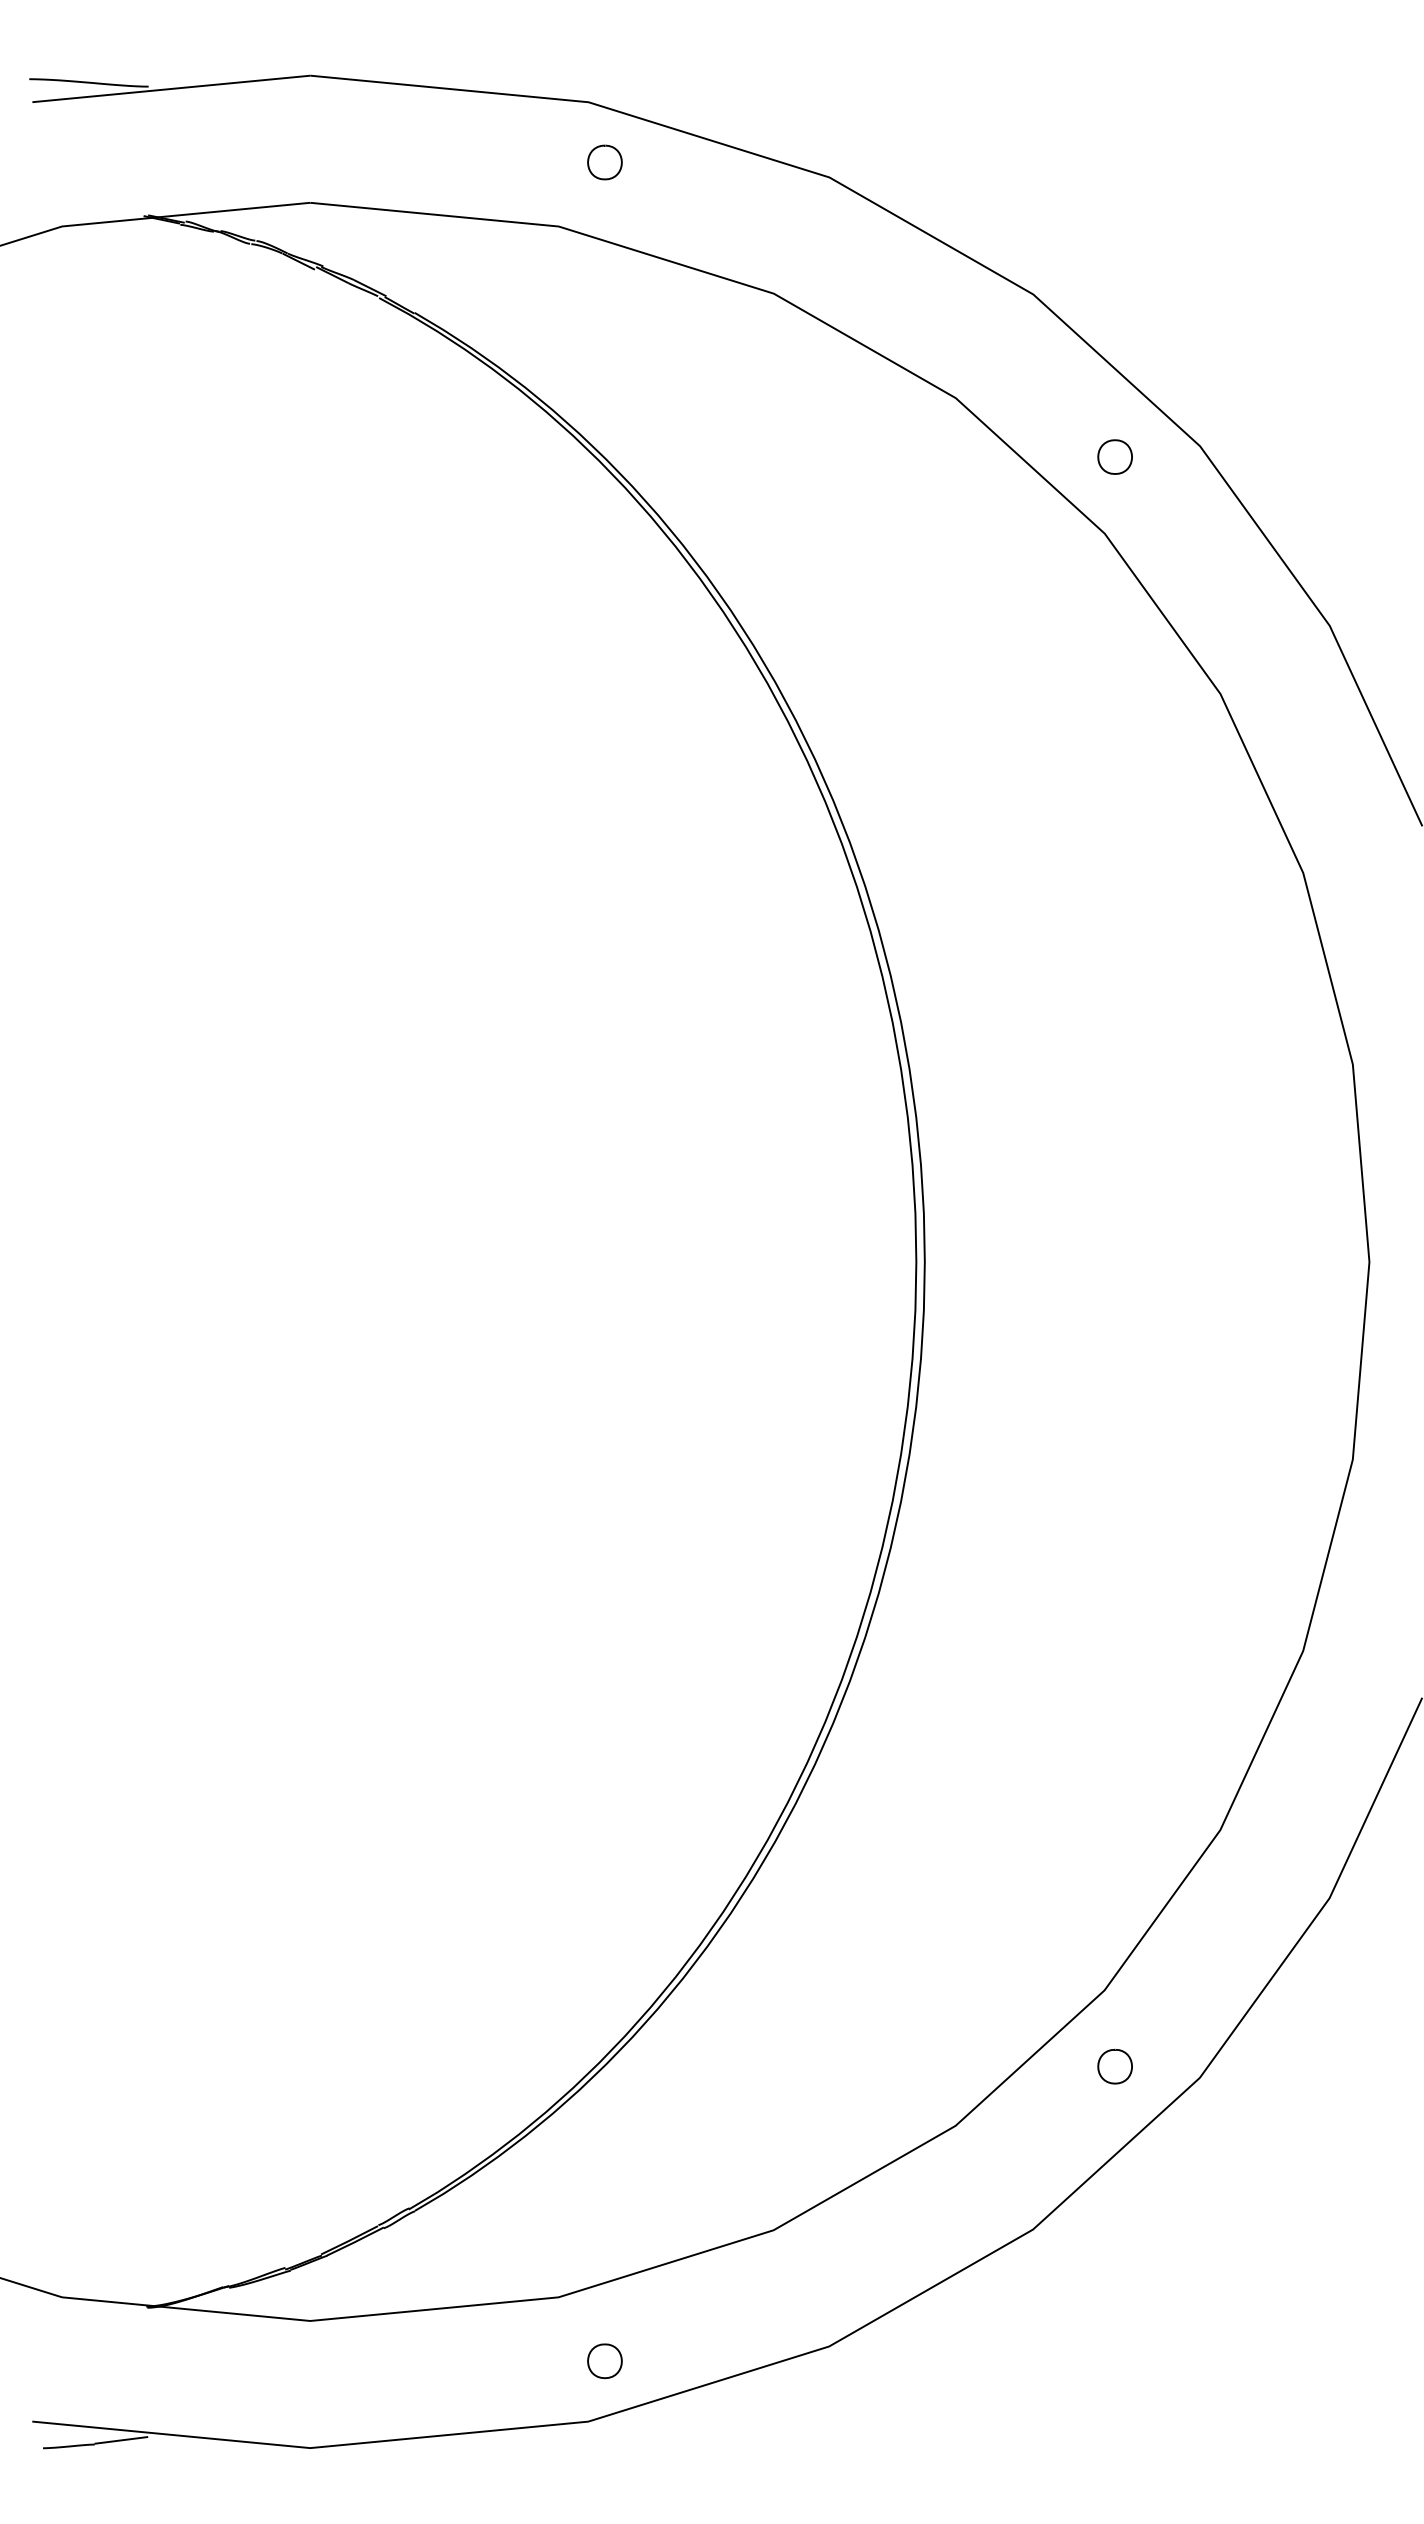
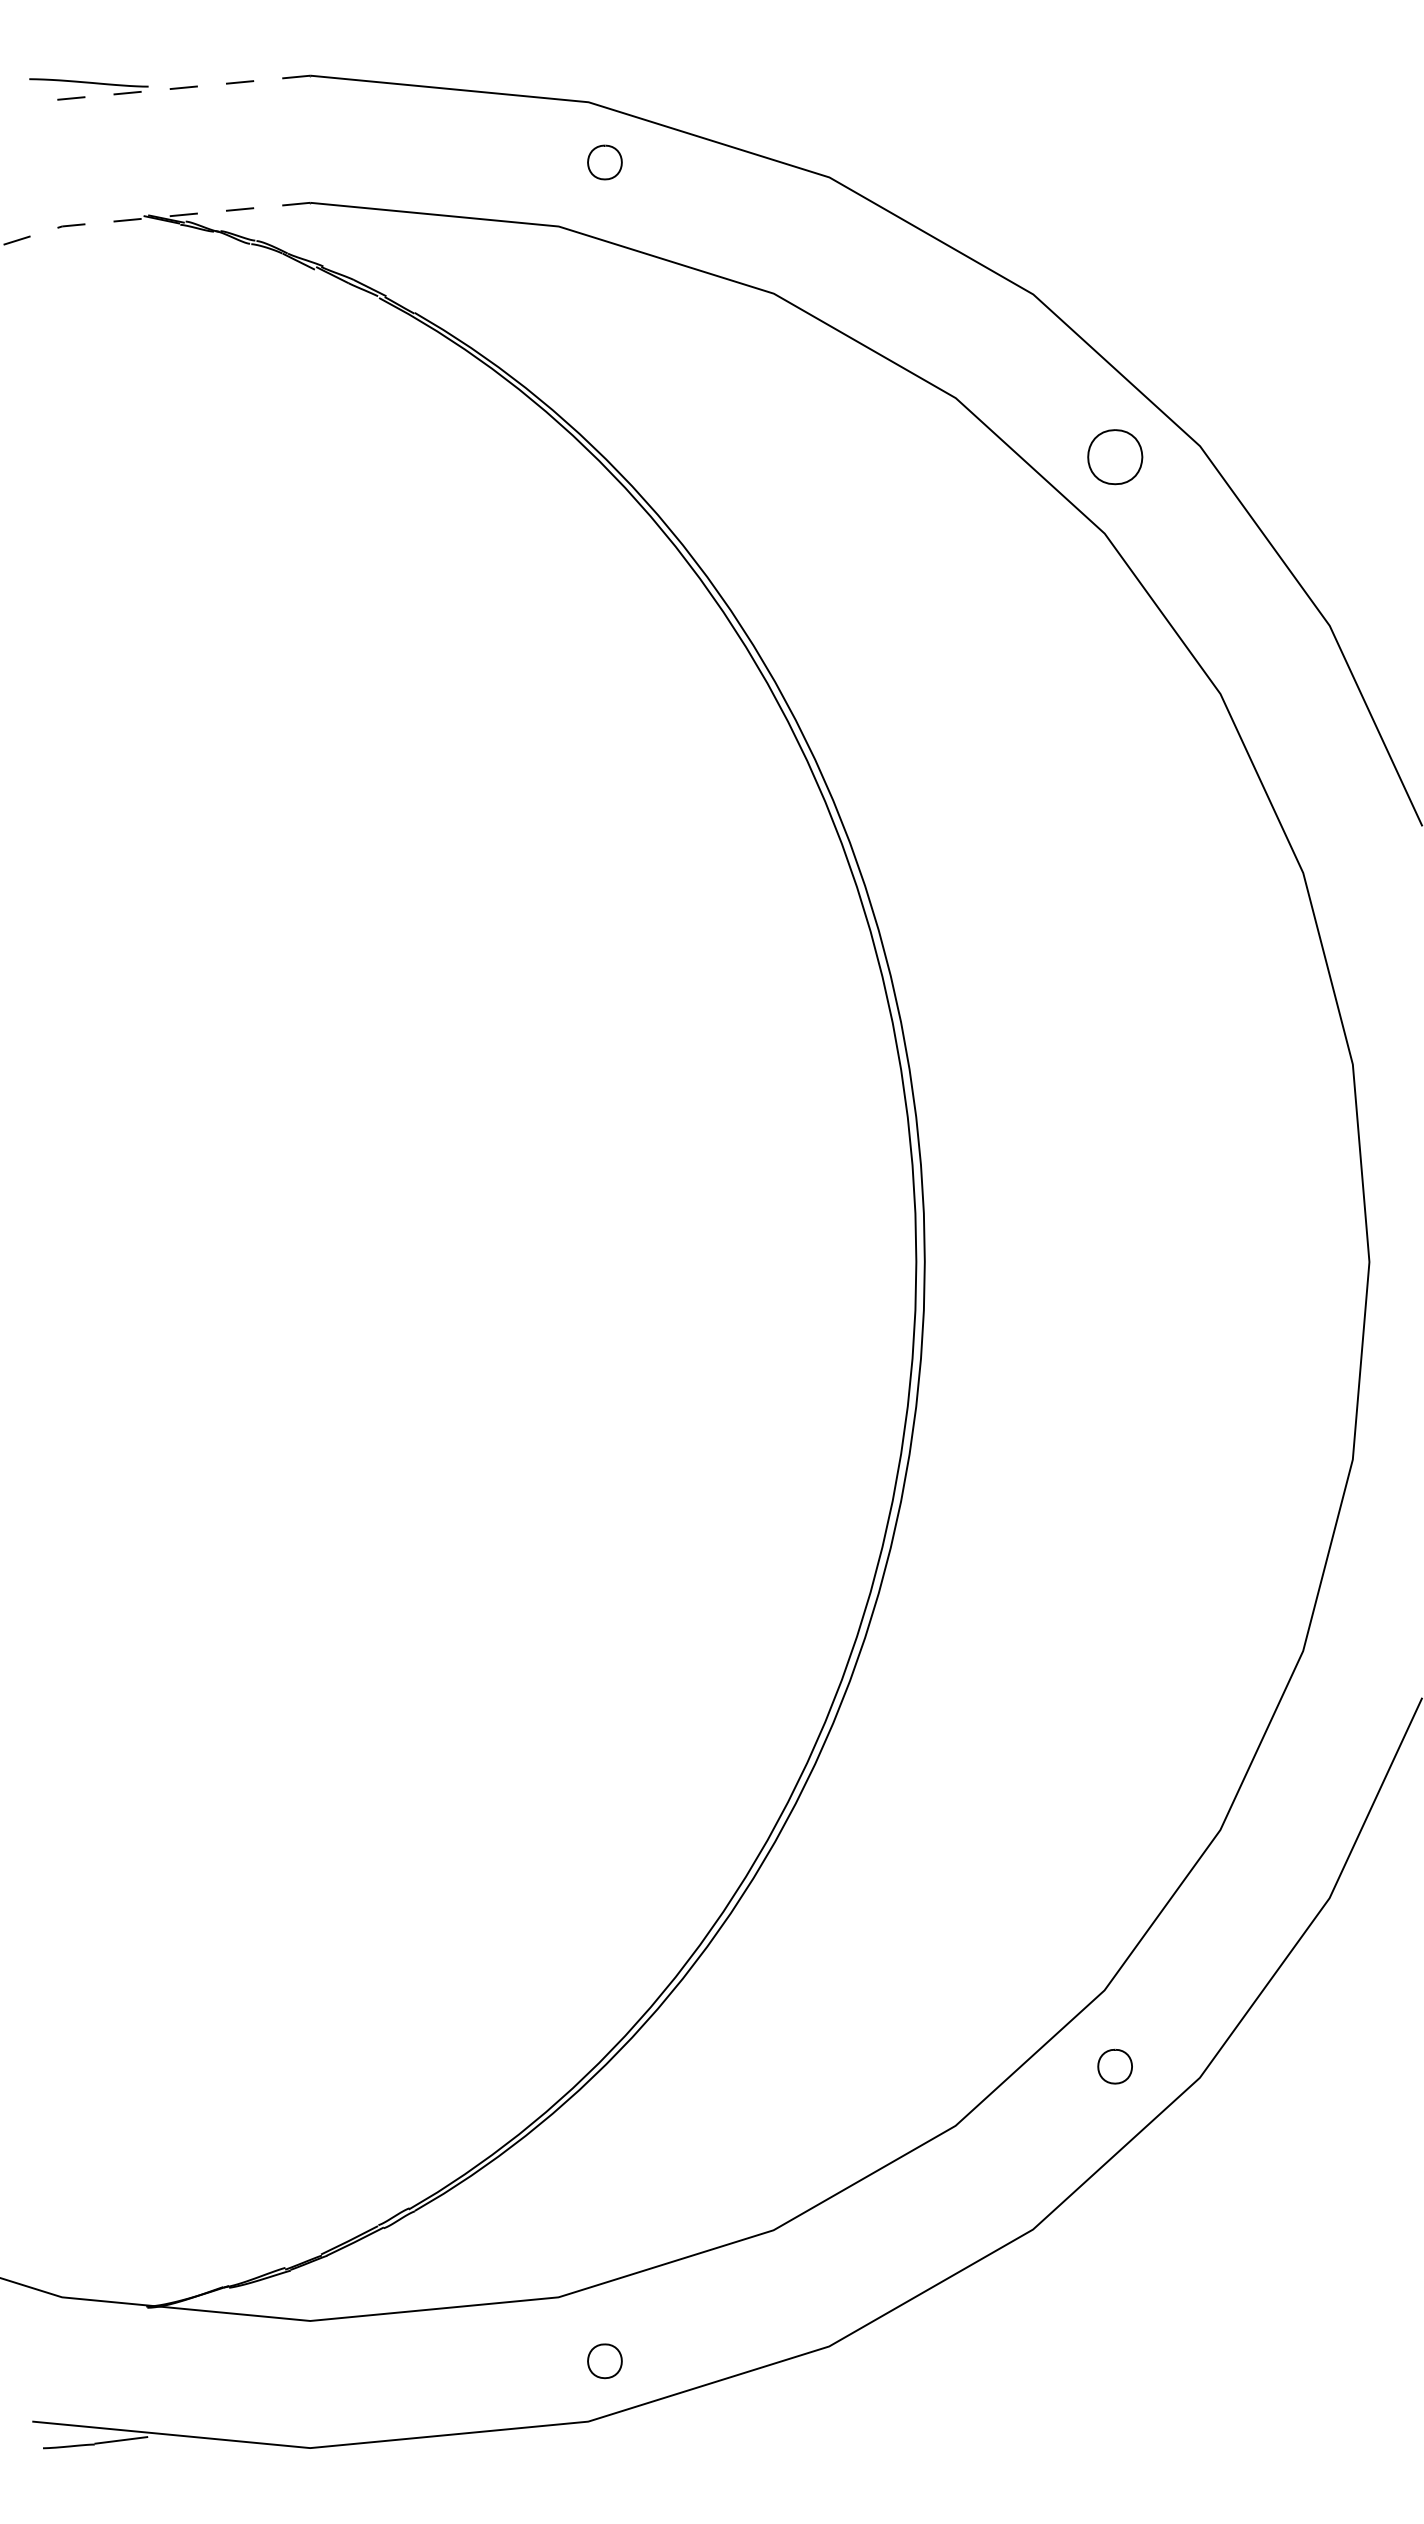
line at (171, 88): solid -> dashed
line at (153, 217): solid -> dashed
part at (1114, 456) size: 36x36 px -> 57x57 px
